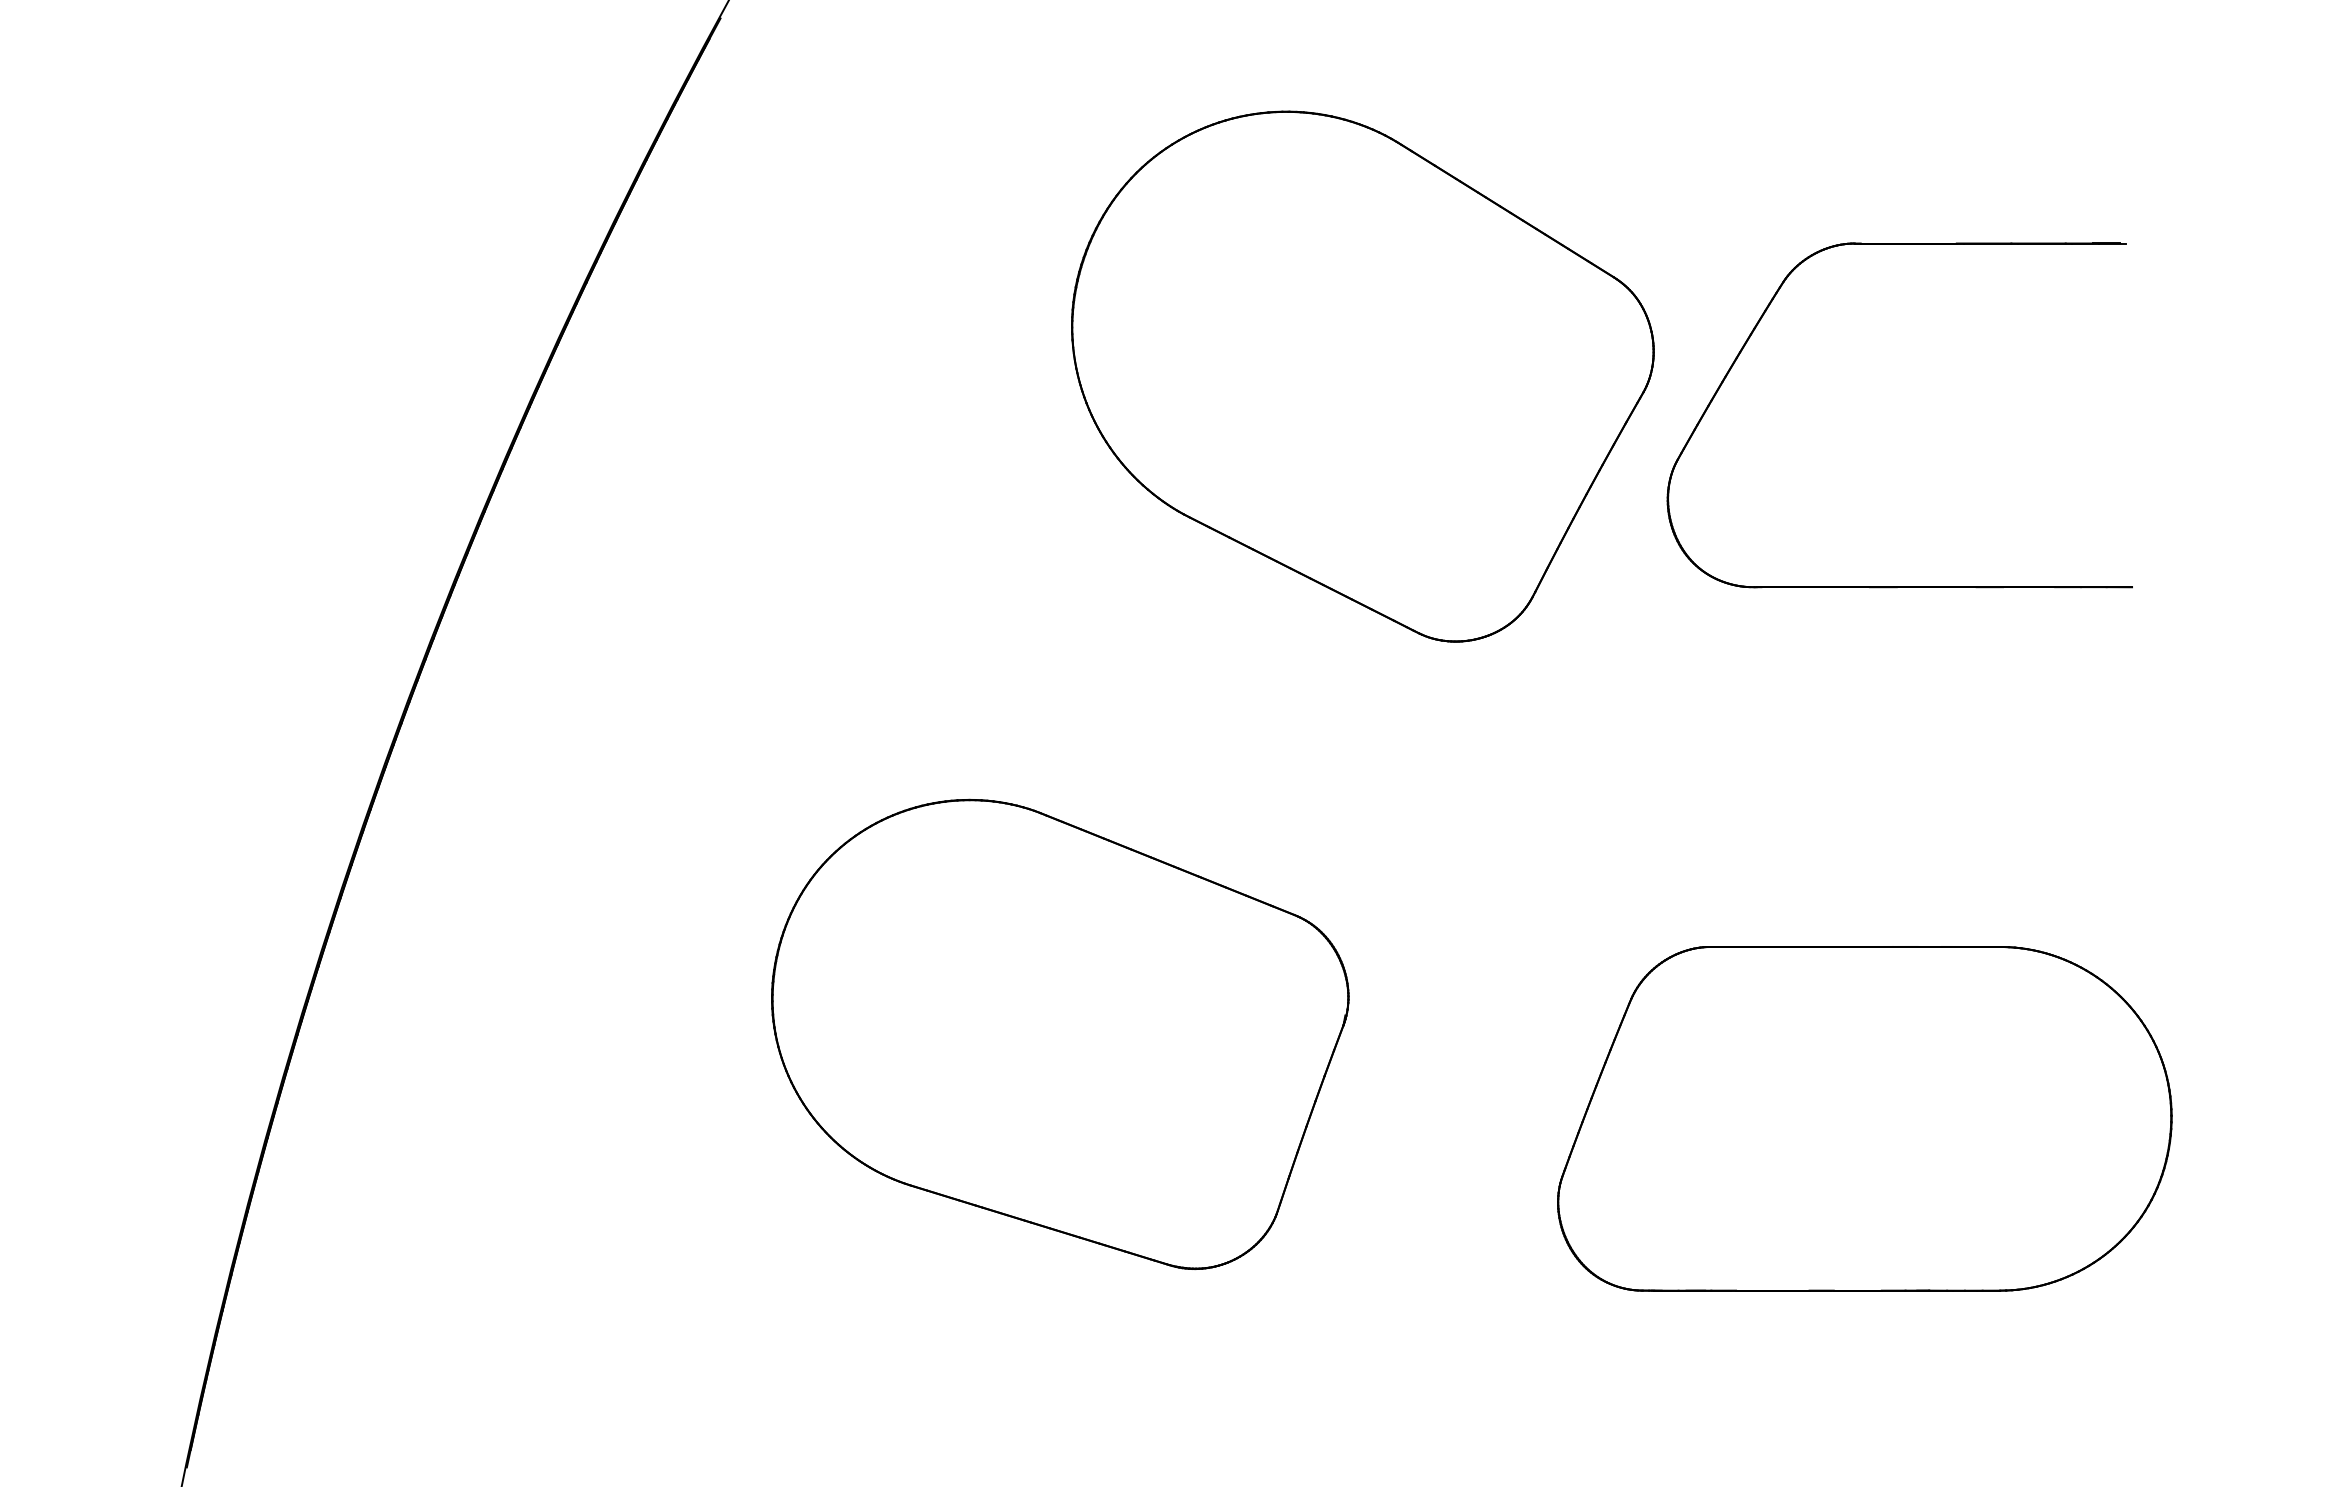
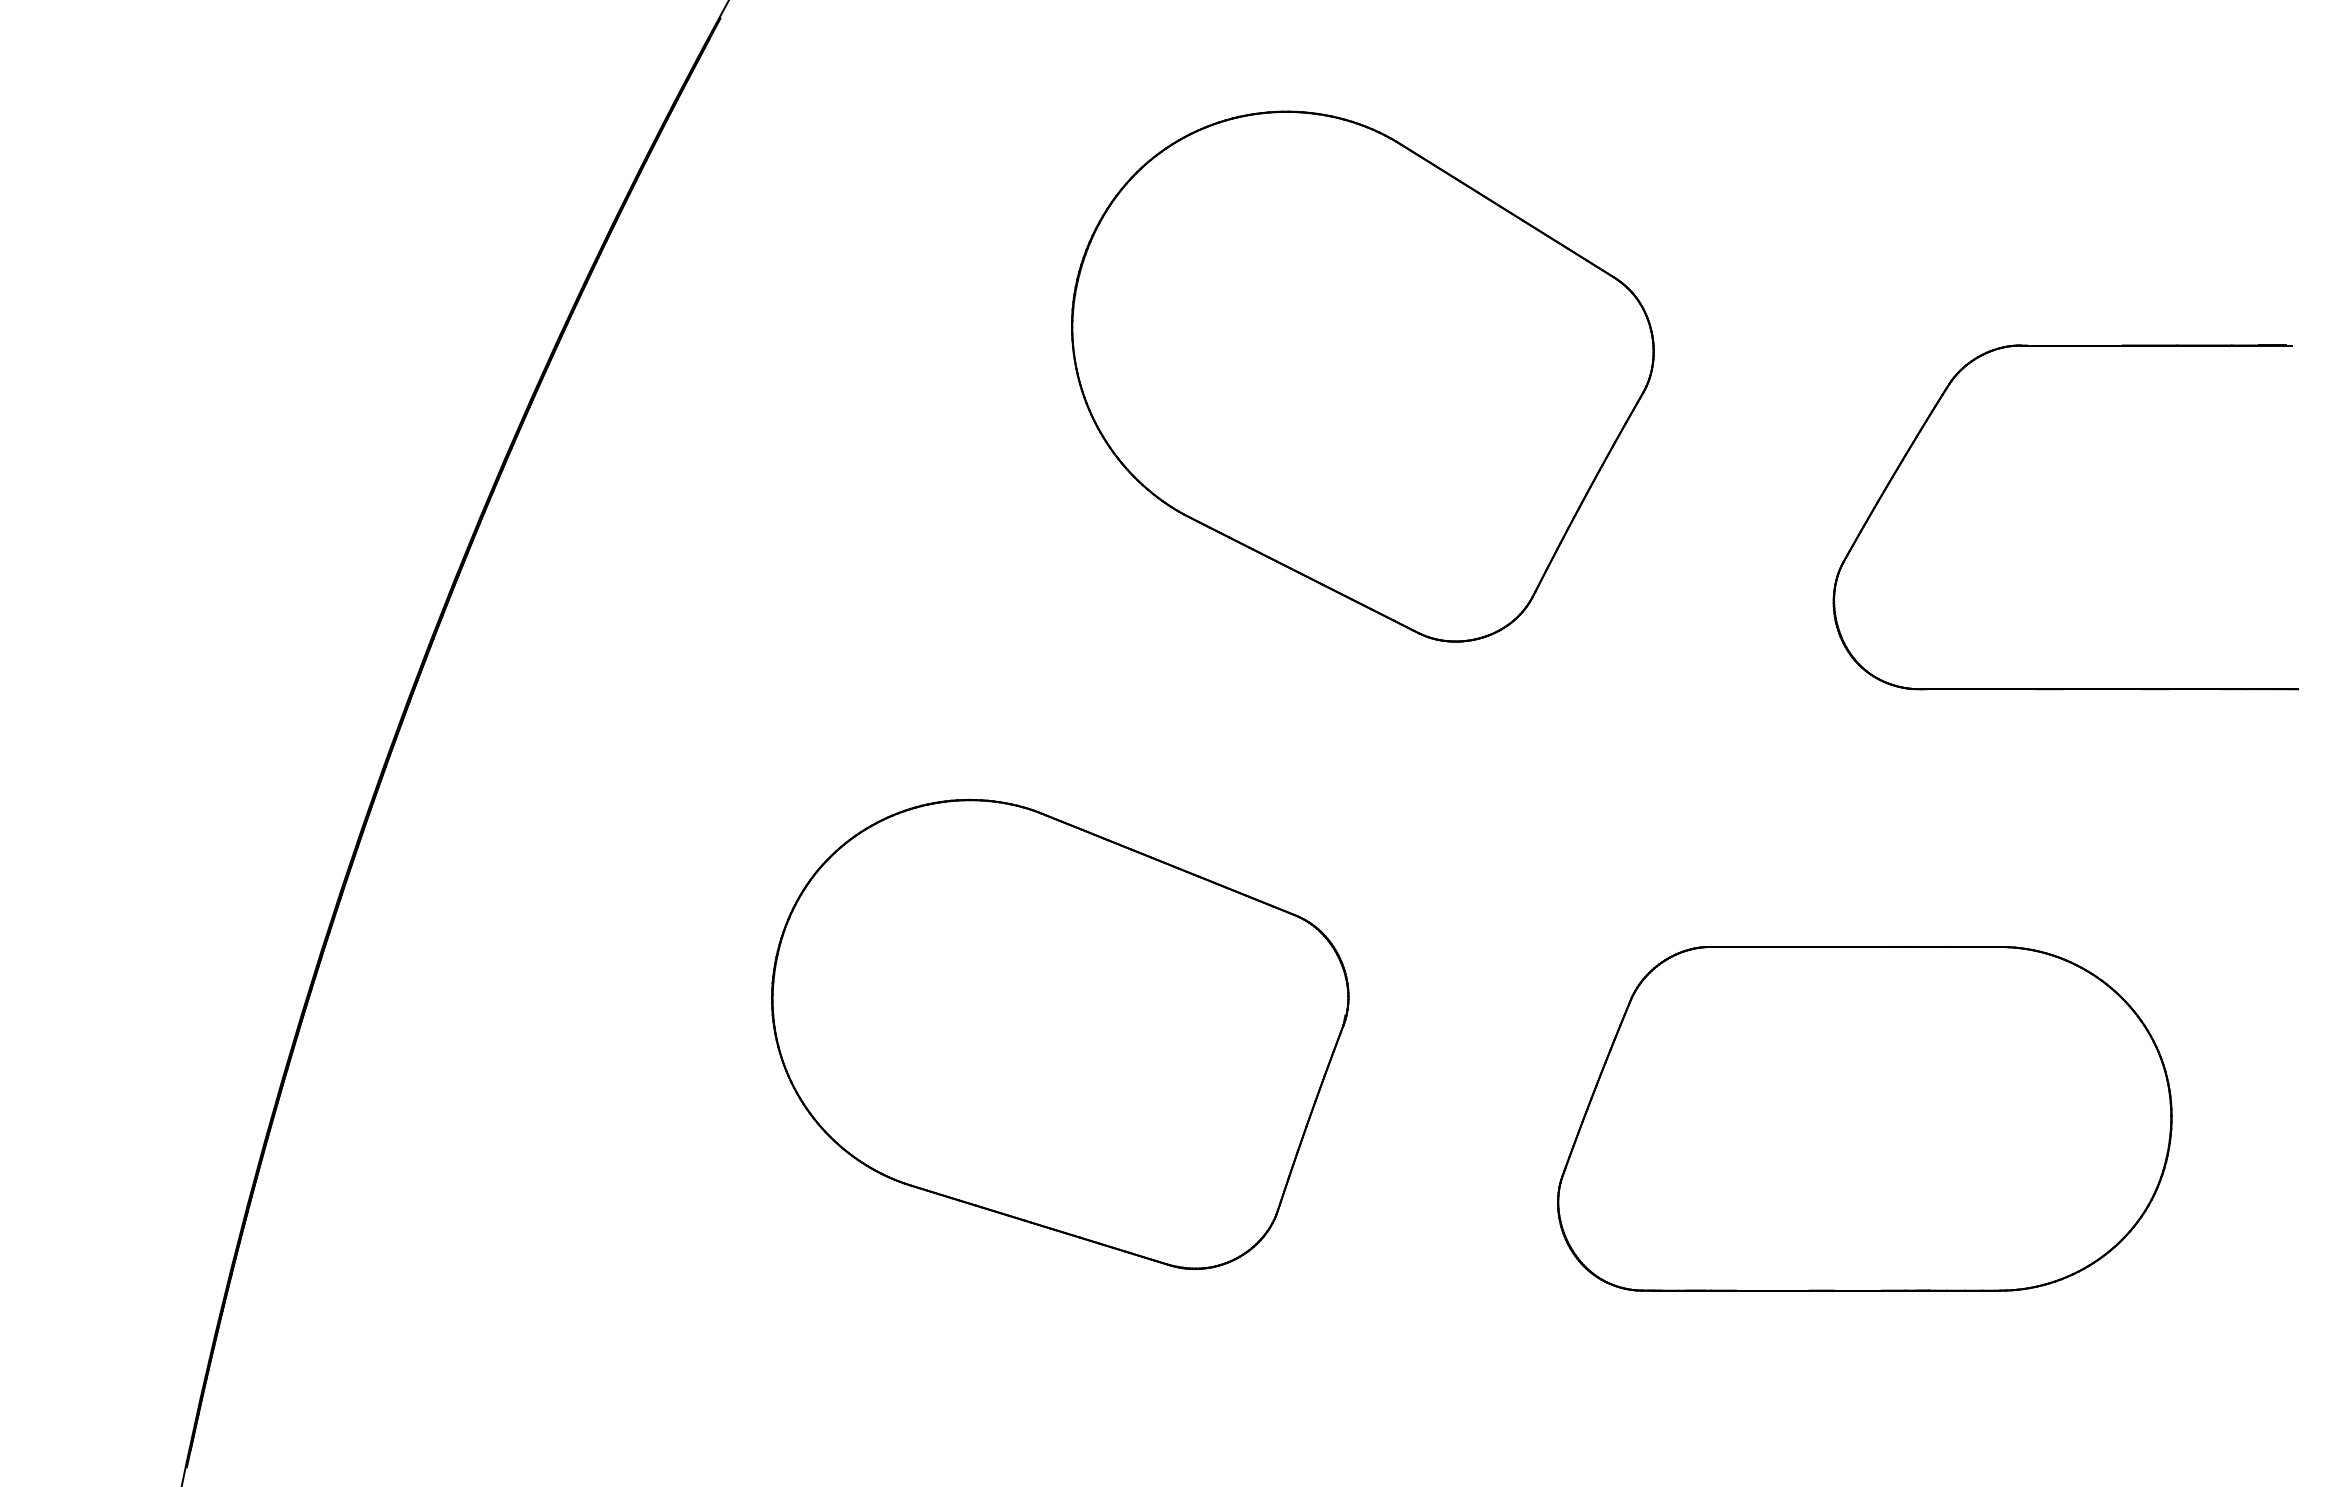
part at (1755, 329) position: (1755, 329) -> (1921, 431)
